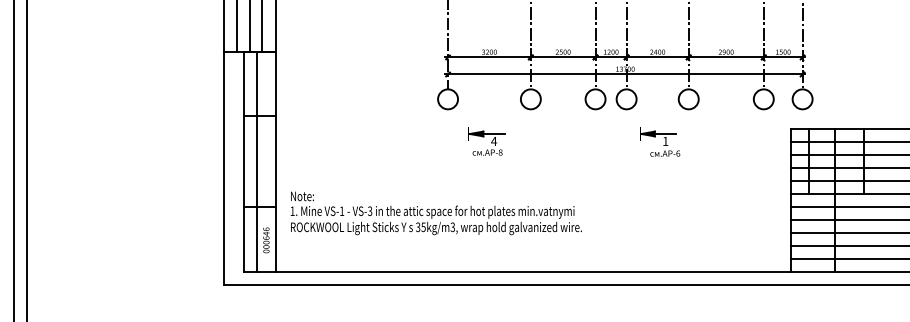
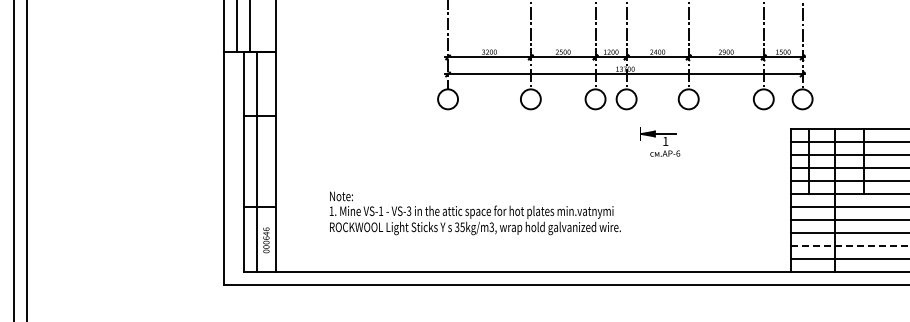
line at (262, 26): present -> none
part at (486, 141): present -> none
text at (435, 213) position: (435, 213) -> (474, 213)
line at (850, 245): solid -> dashed
